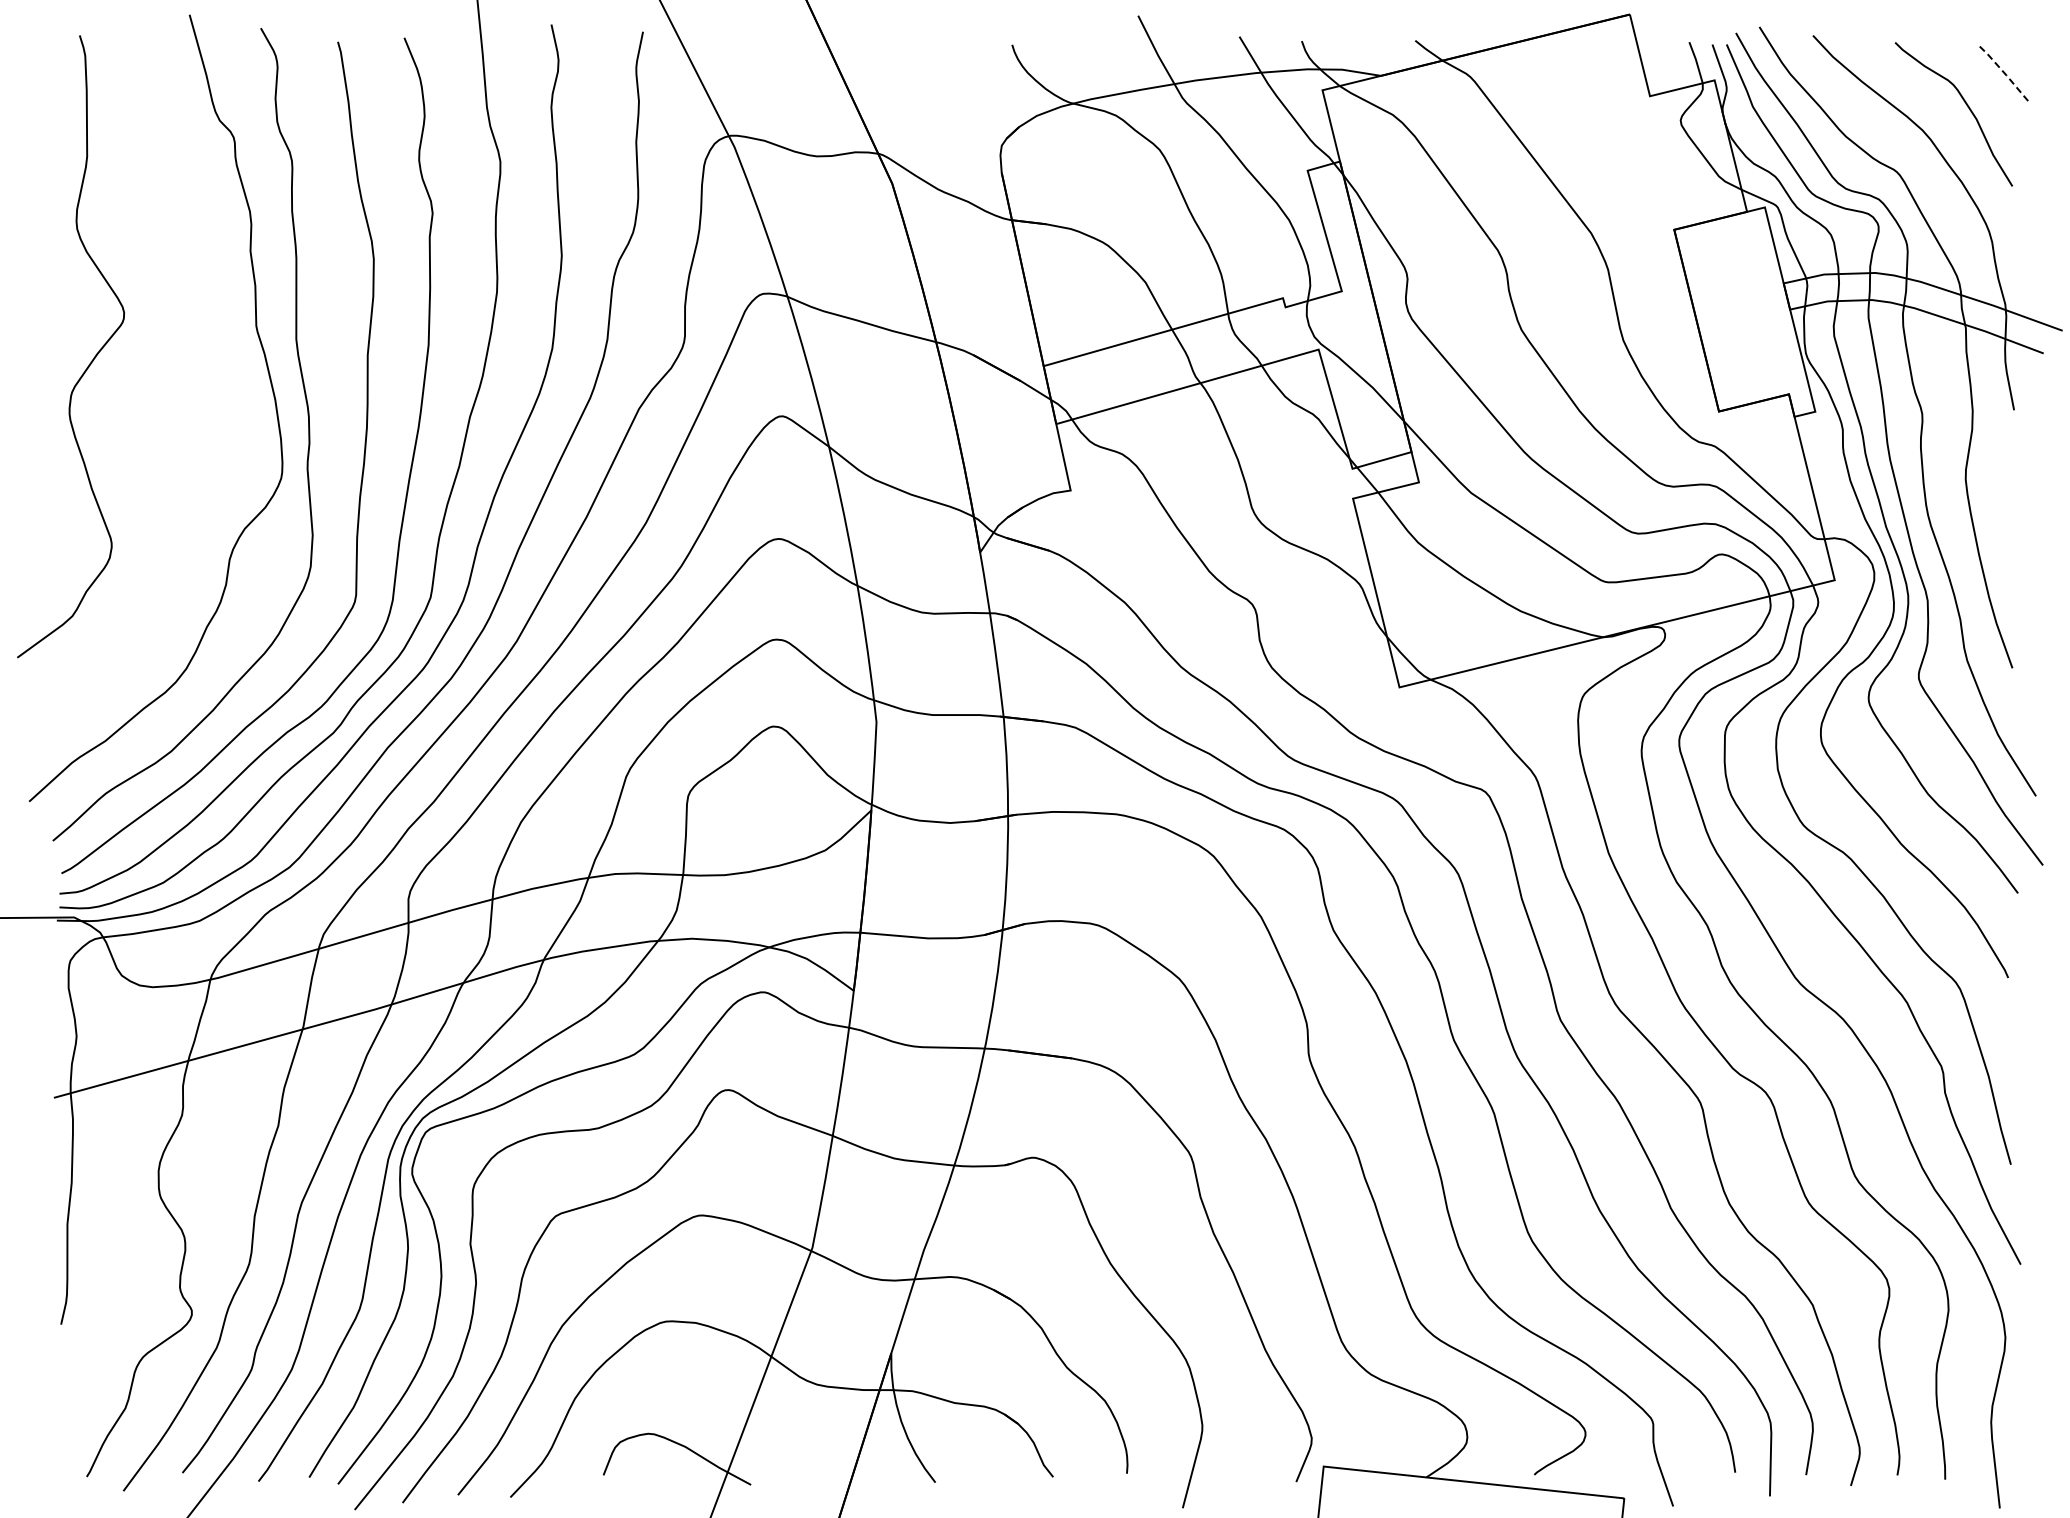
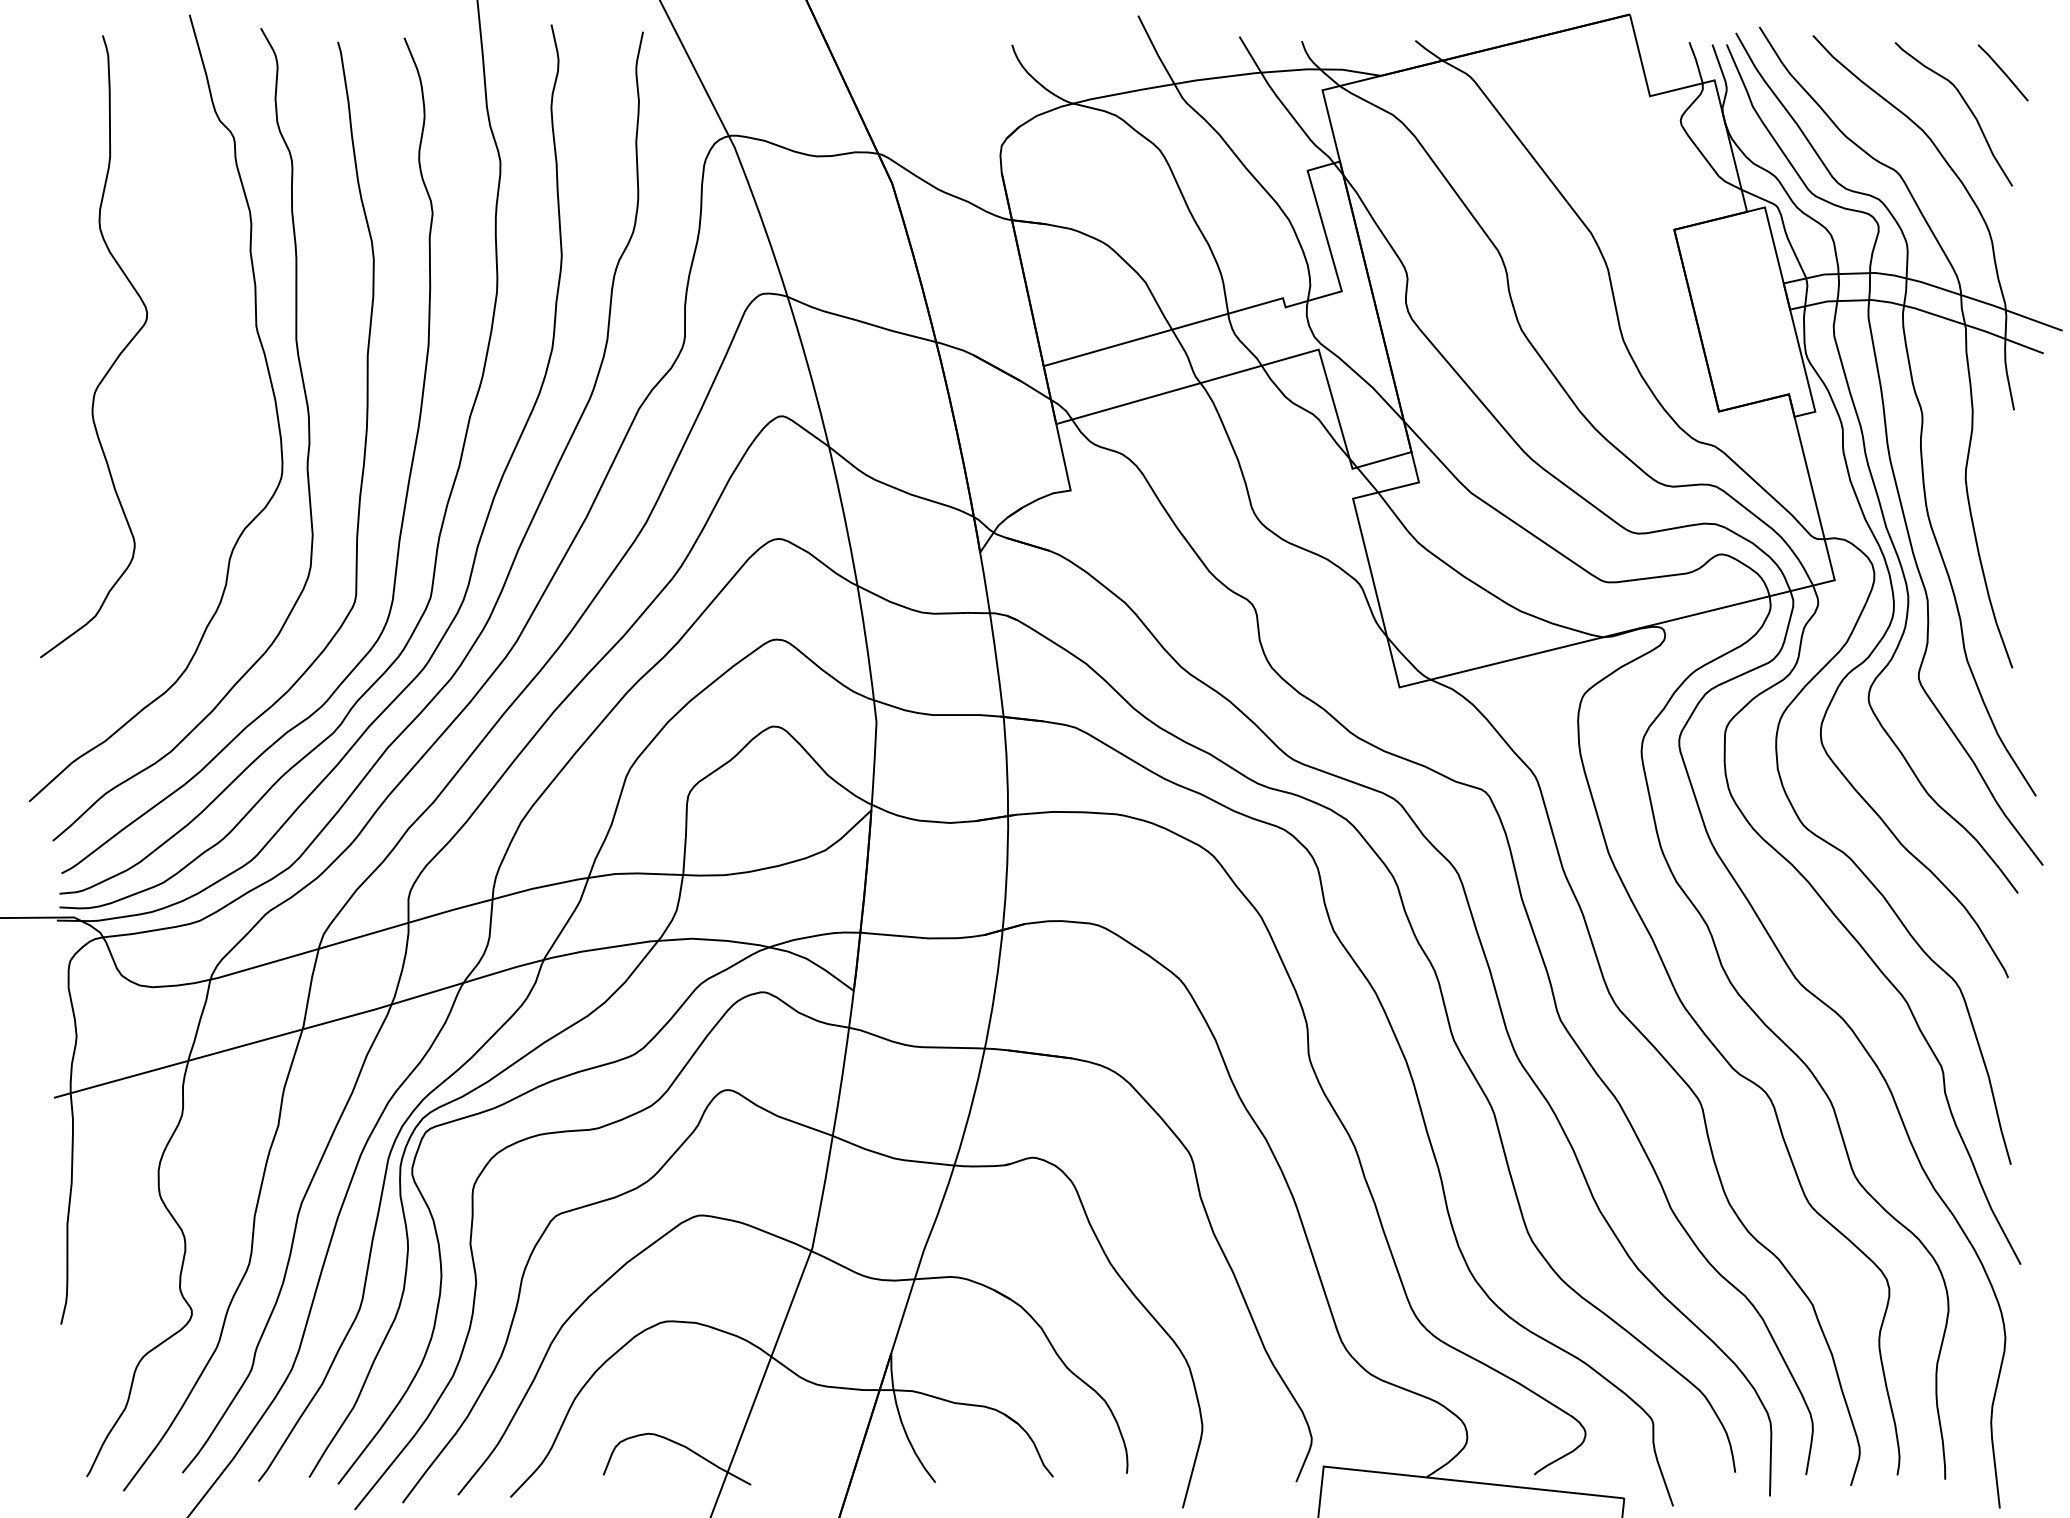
line at (2003, 72): dashed -> solid
curve at (91, 360) position: (91, 360) -> (114, 360)
